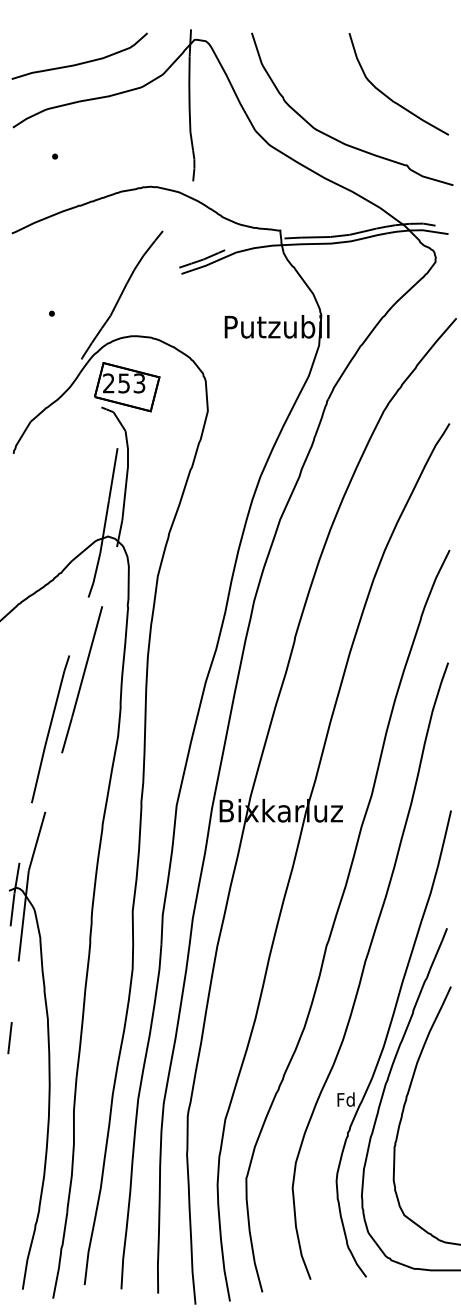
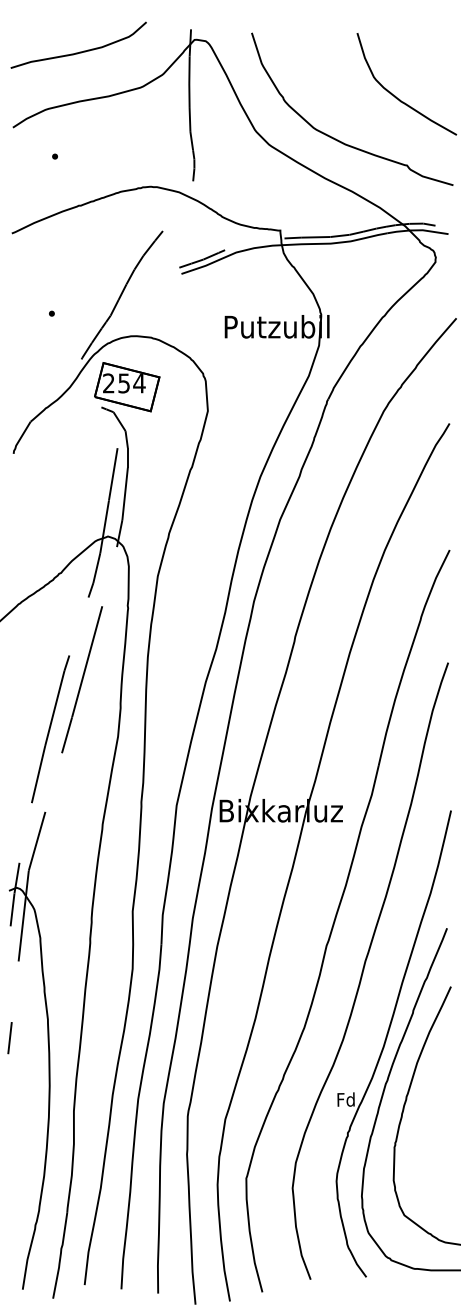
curve at (80, 62) position: (80, 62) -> (79, 51)
curve at (387, 95) position: (387, 95) -> (395, 95)
text at (139, 383): 253 -> 254
